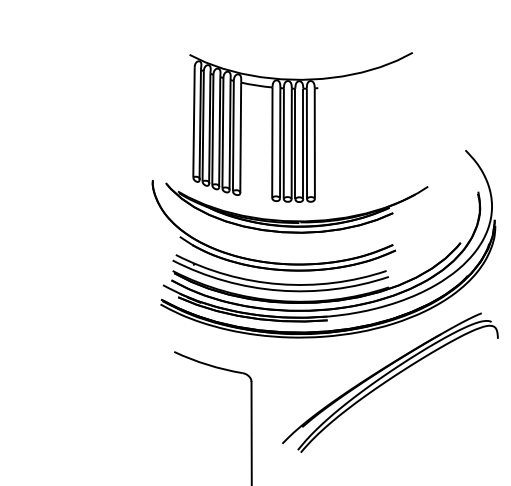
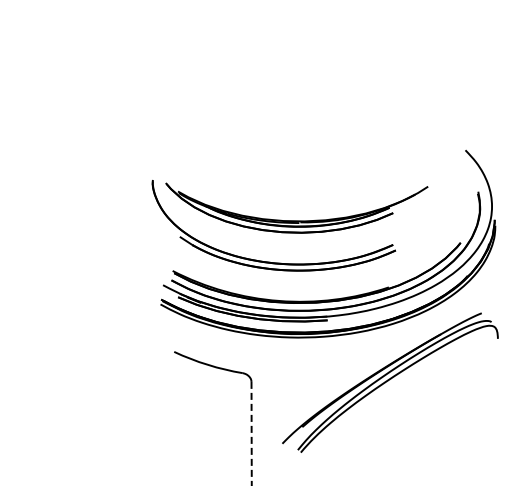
part at (300, 127): present -> none
part at (280, 283): present -> none
line at (251, 433): solid -> dashed
